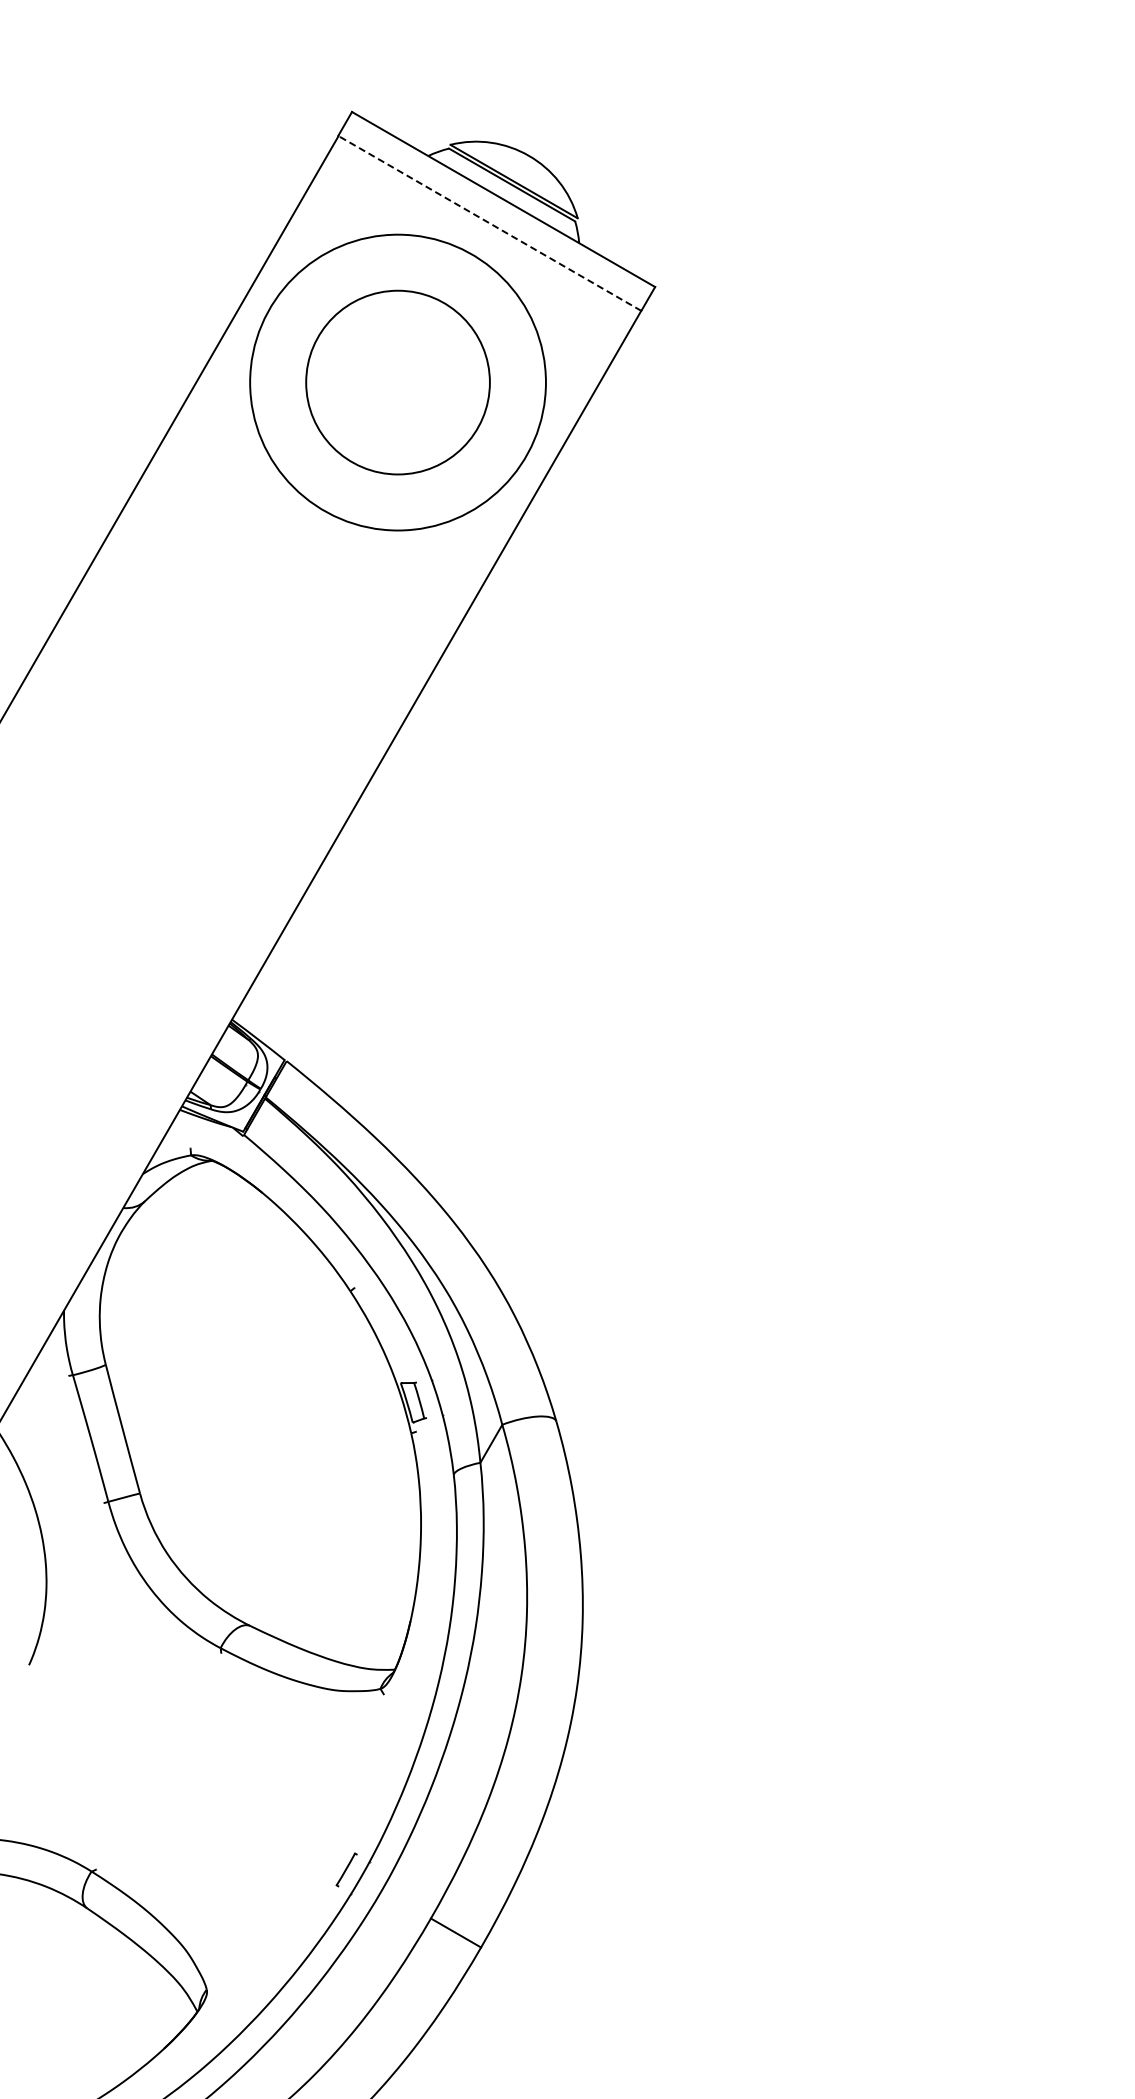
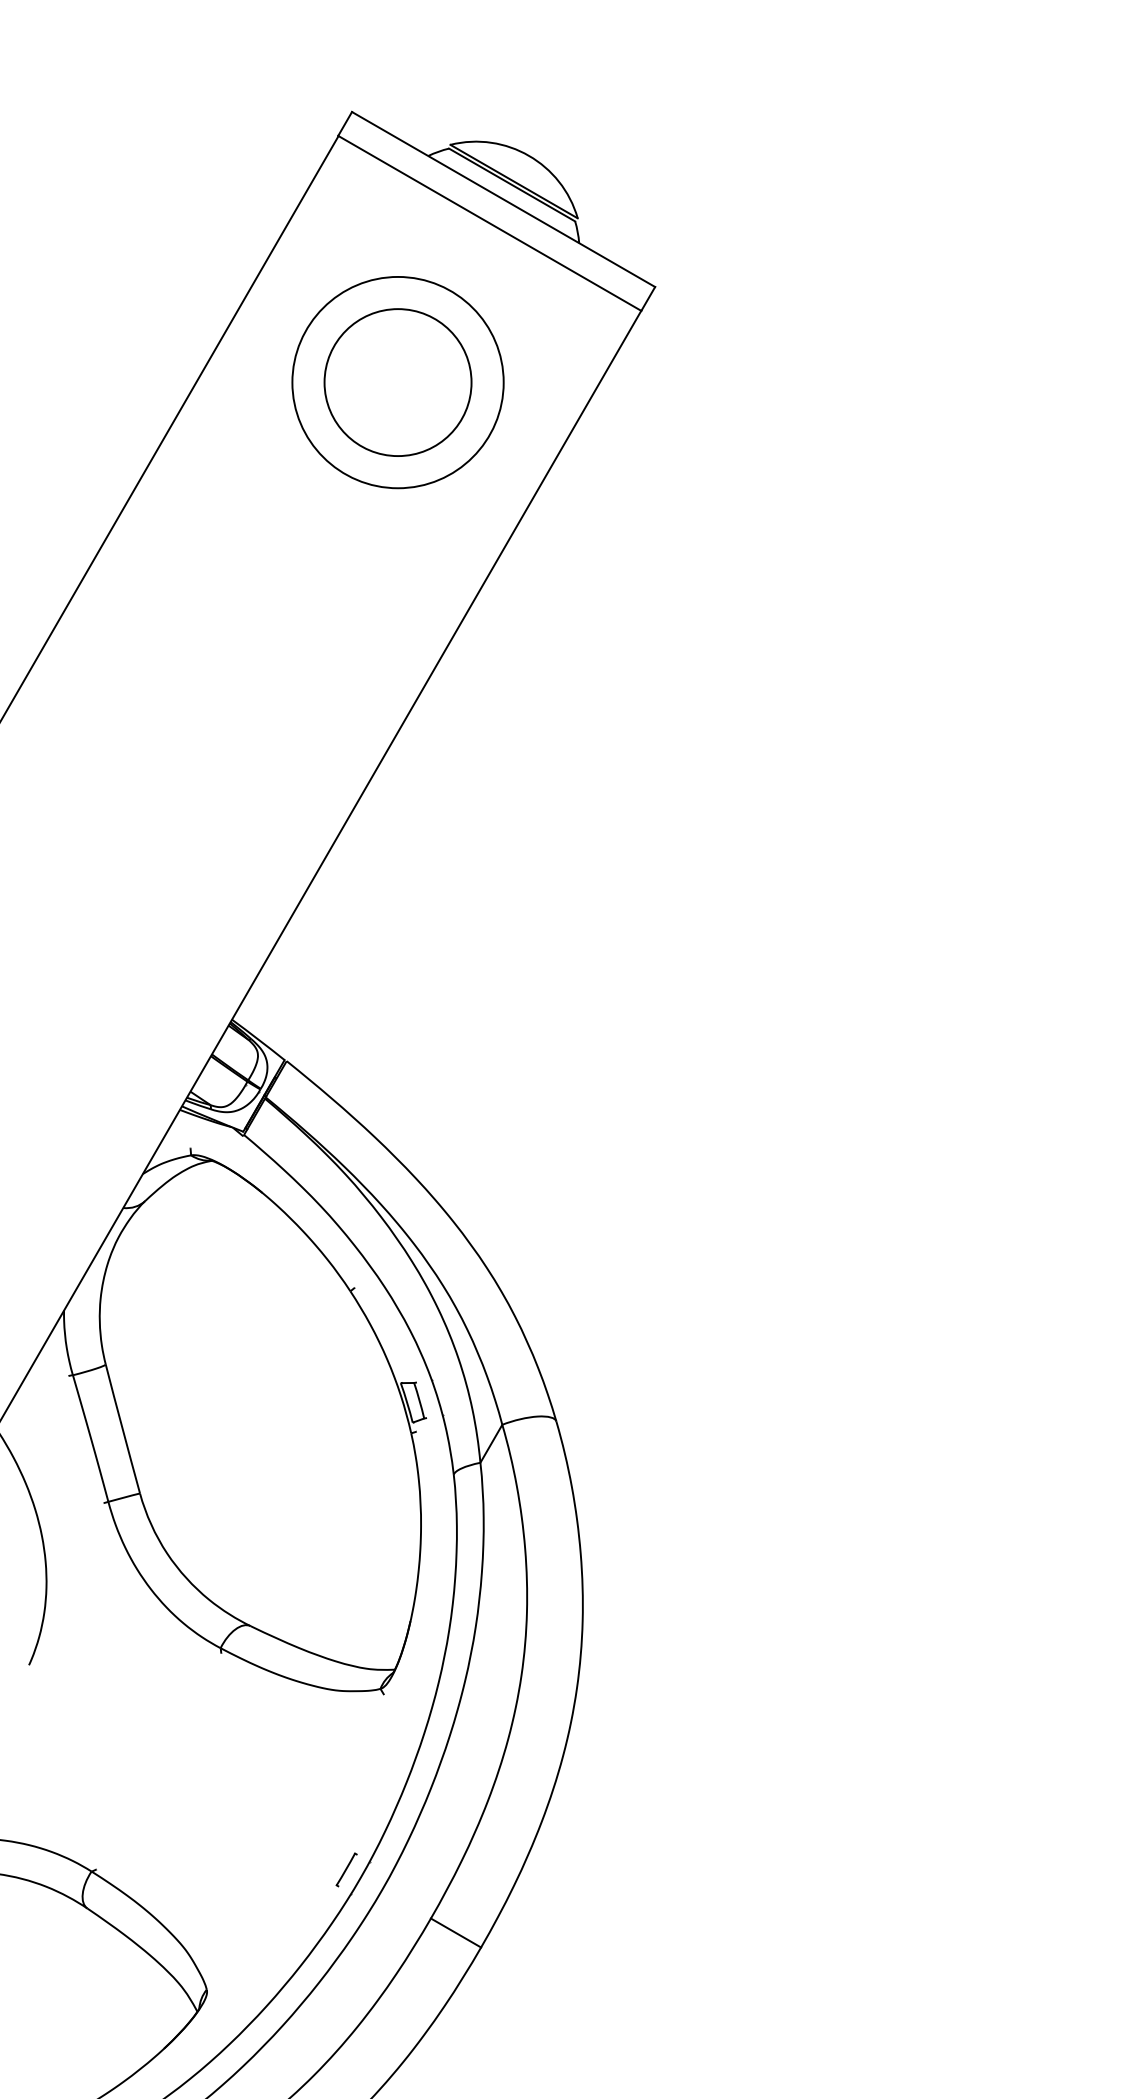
line at (489, 223): dashed -> solid
circle at (397, 382) diameter: 184 px -> 147 px
circle at (397, 382) diameter: 296 px -> 211 px
